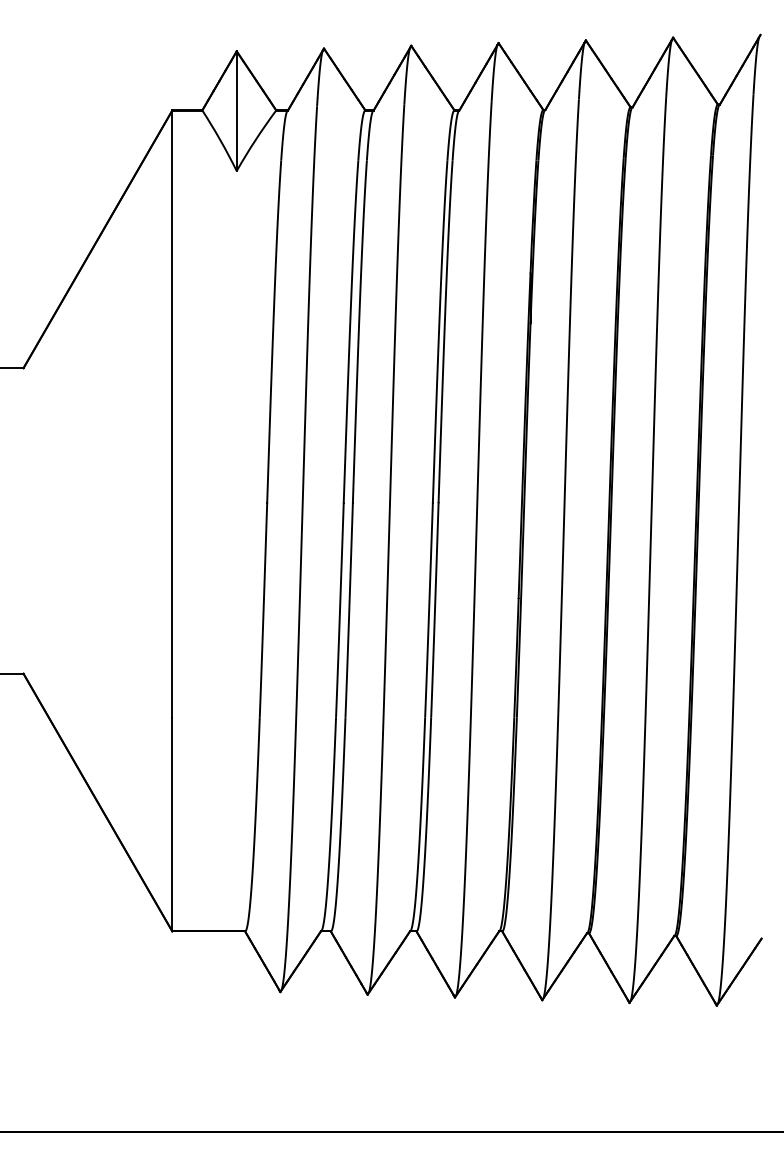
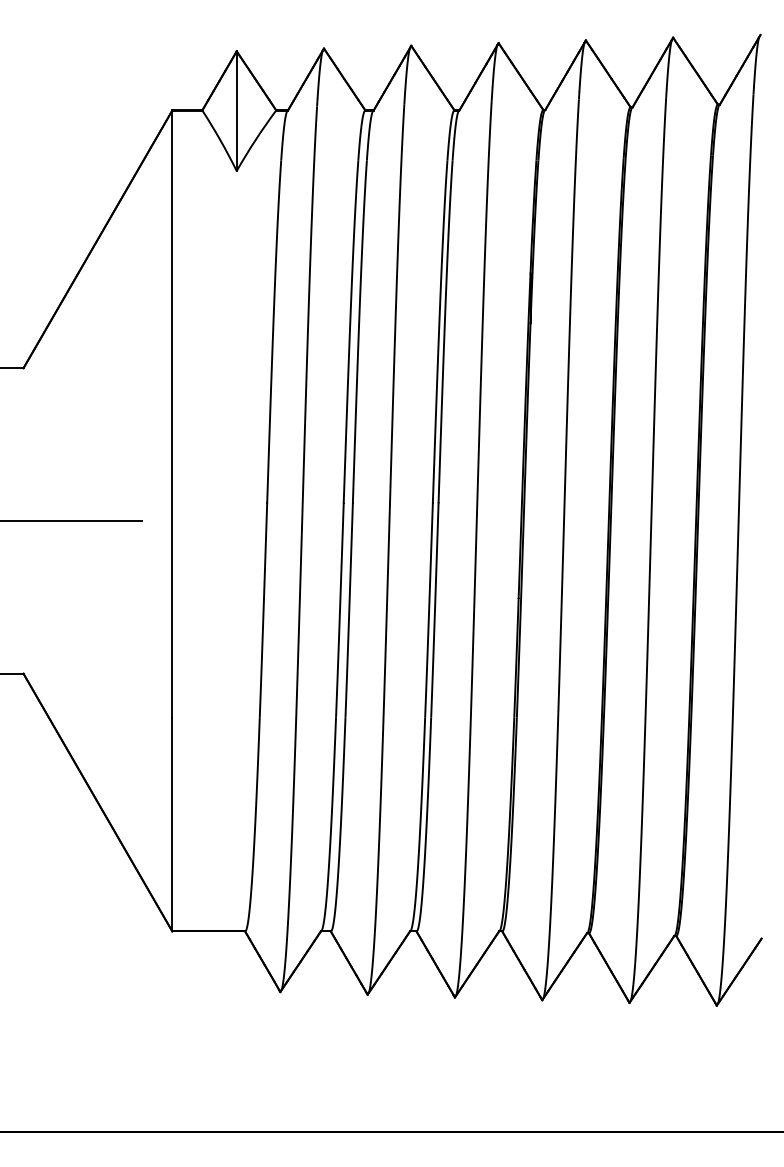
line at (72, 520): none -> present
